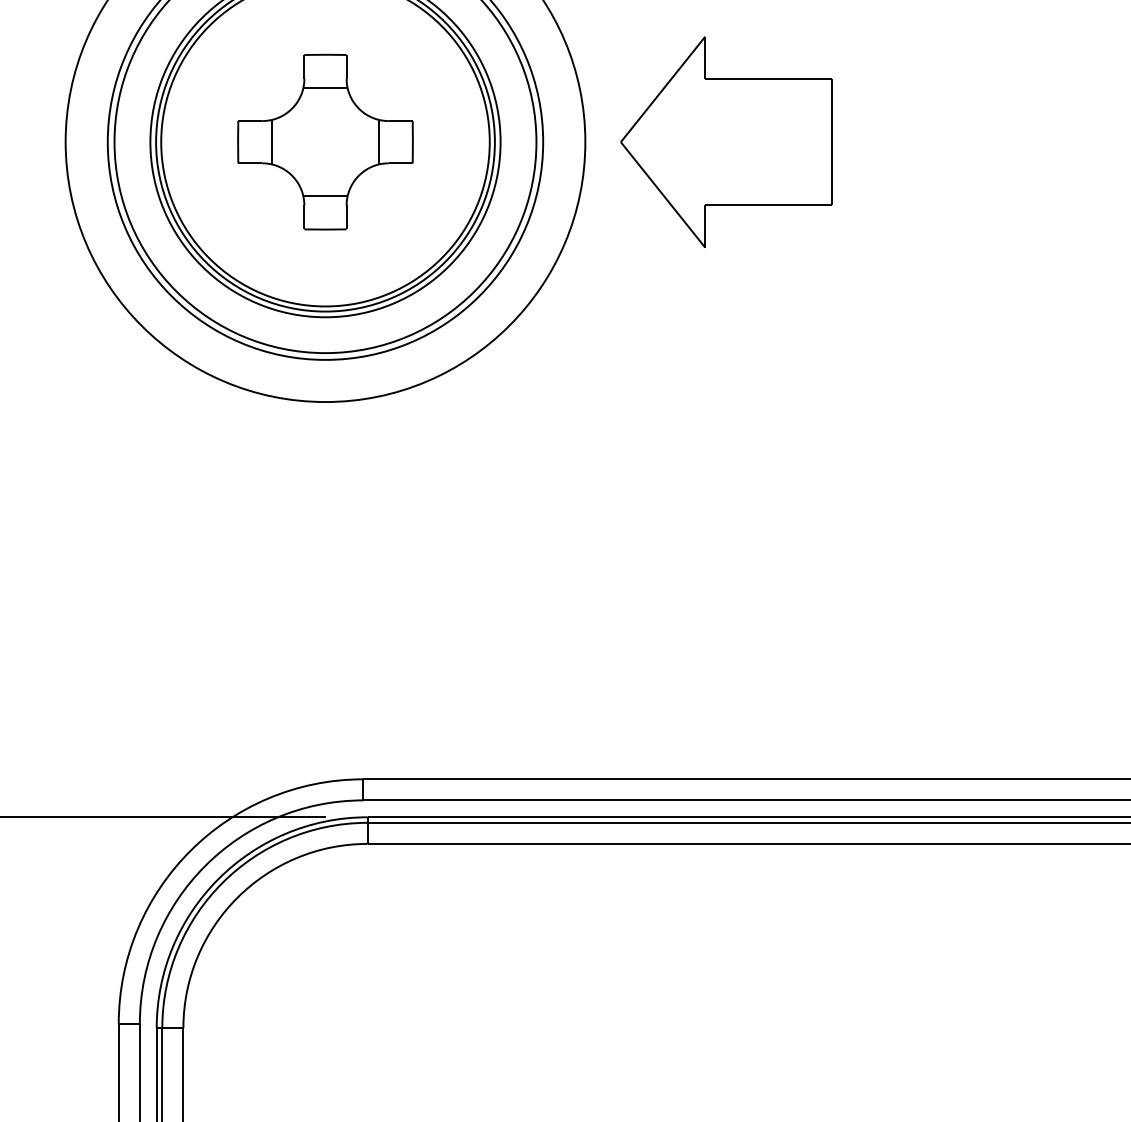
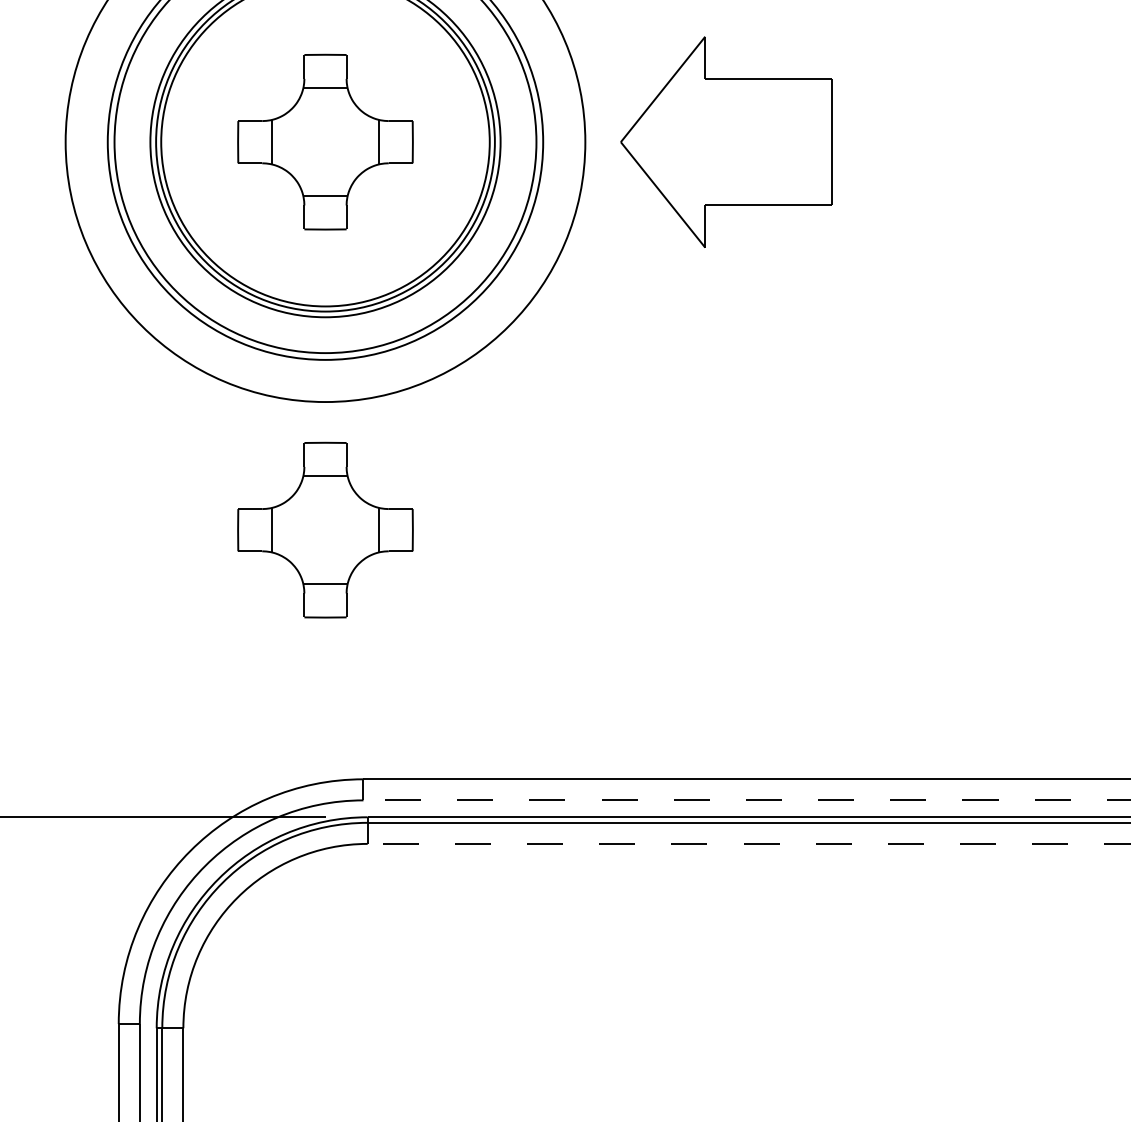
part at (325, 529): none -> present
line at (746, 800): solid -> dashed
line at (748, 843): solid -> dashed
